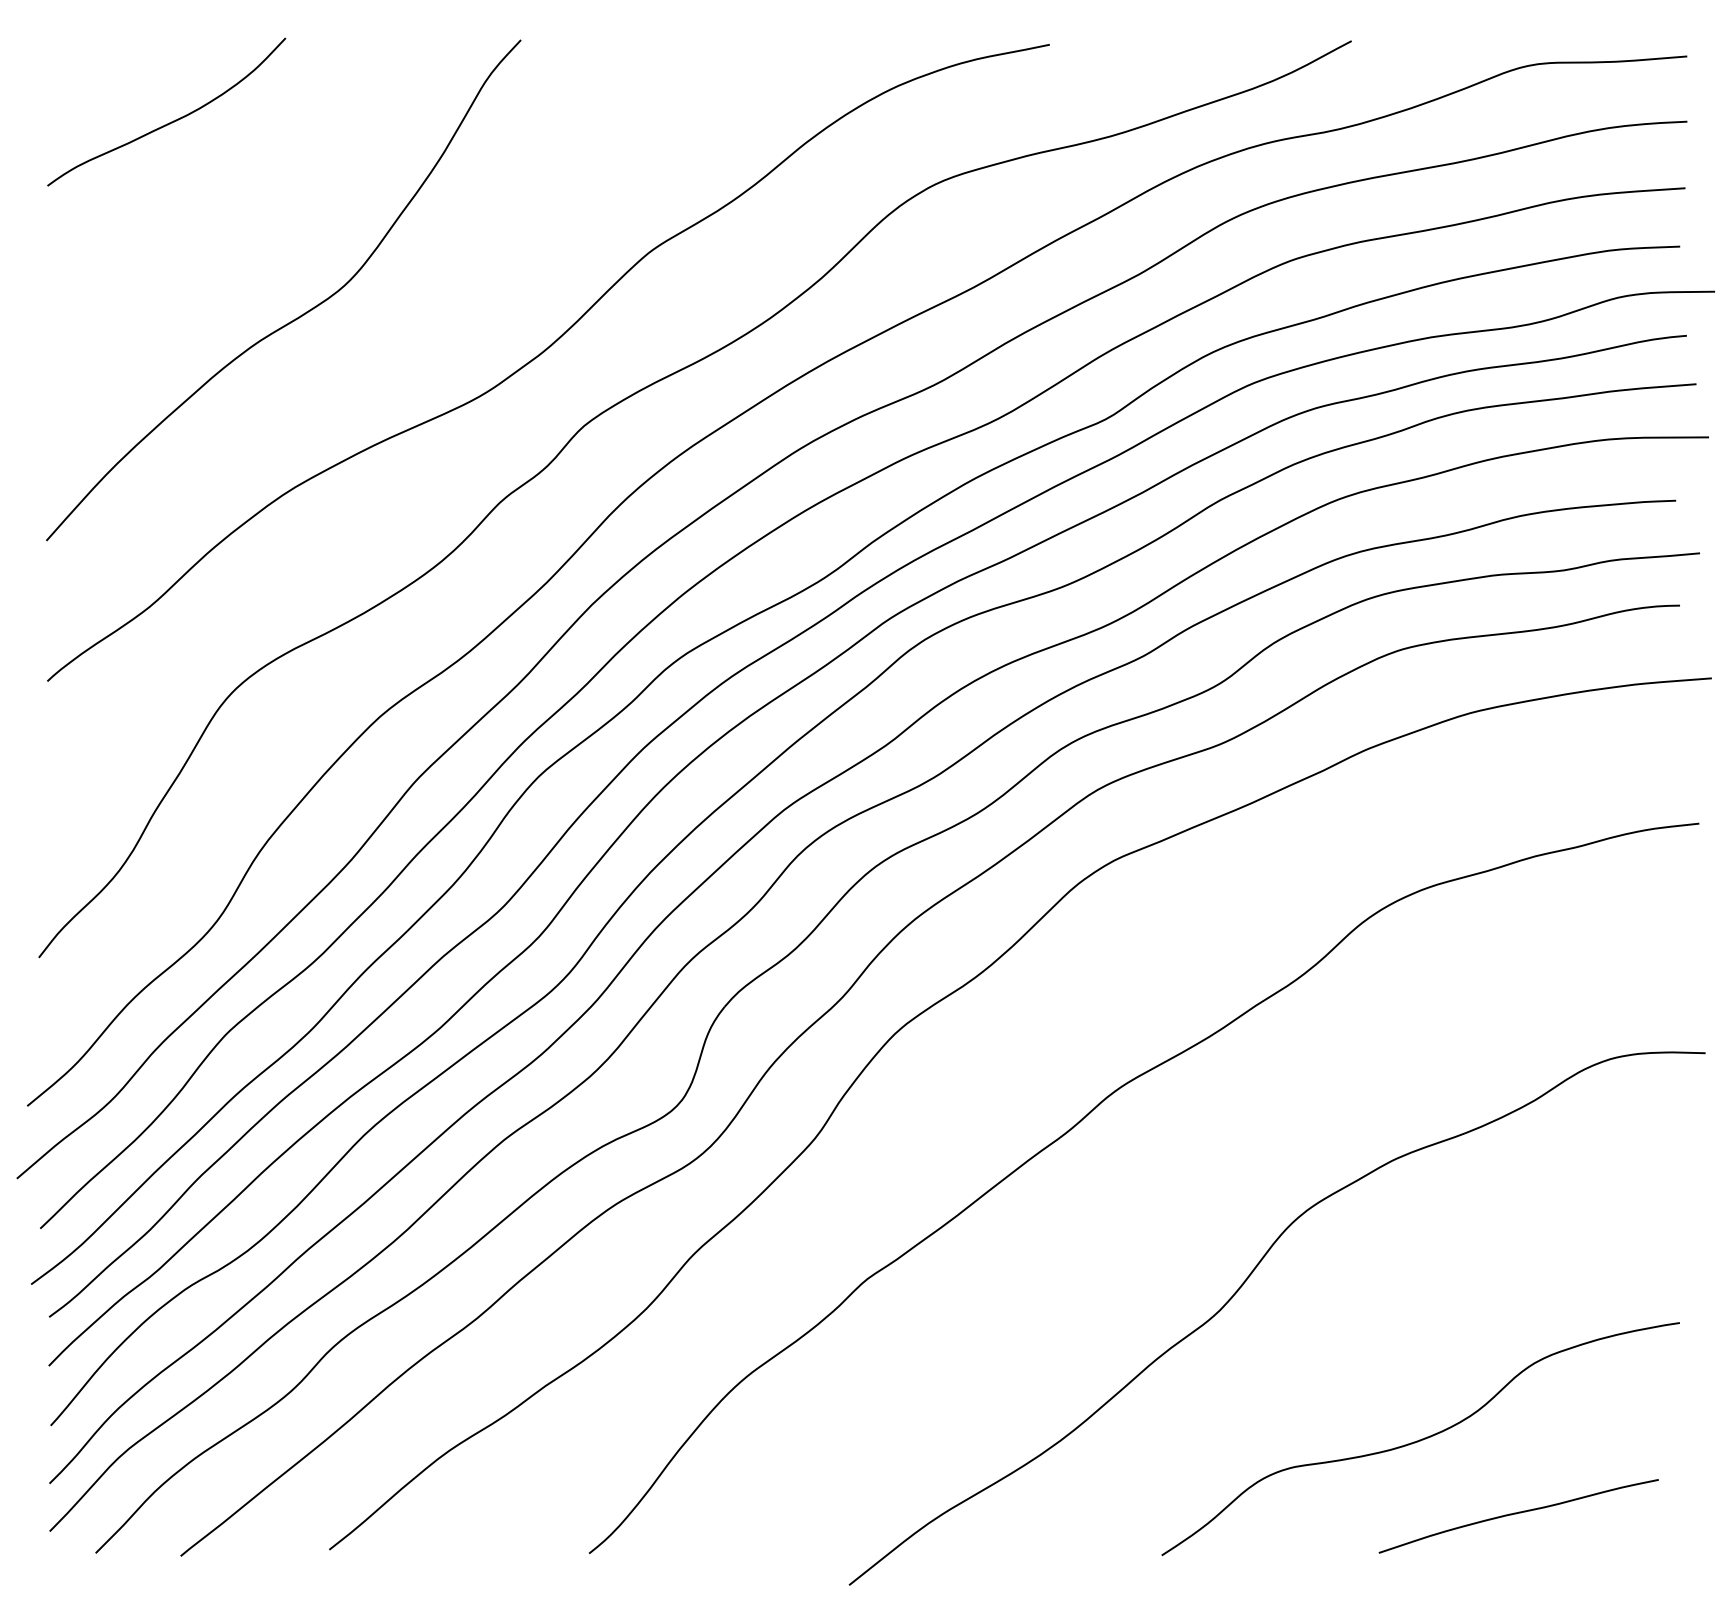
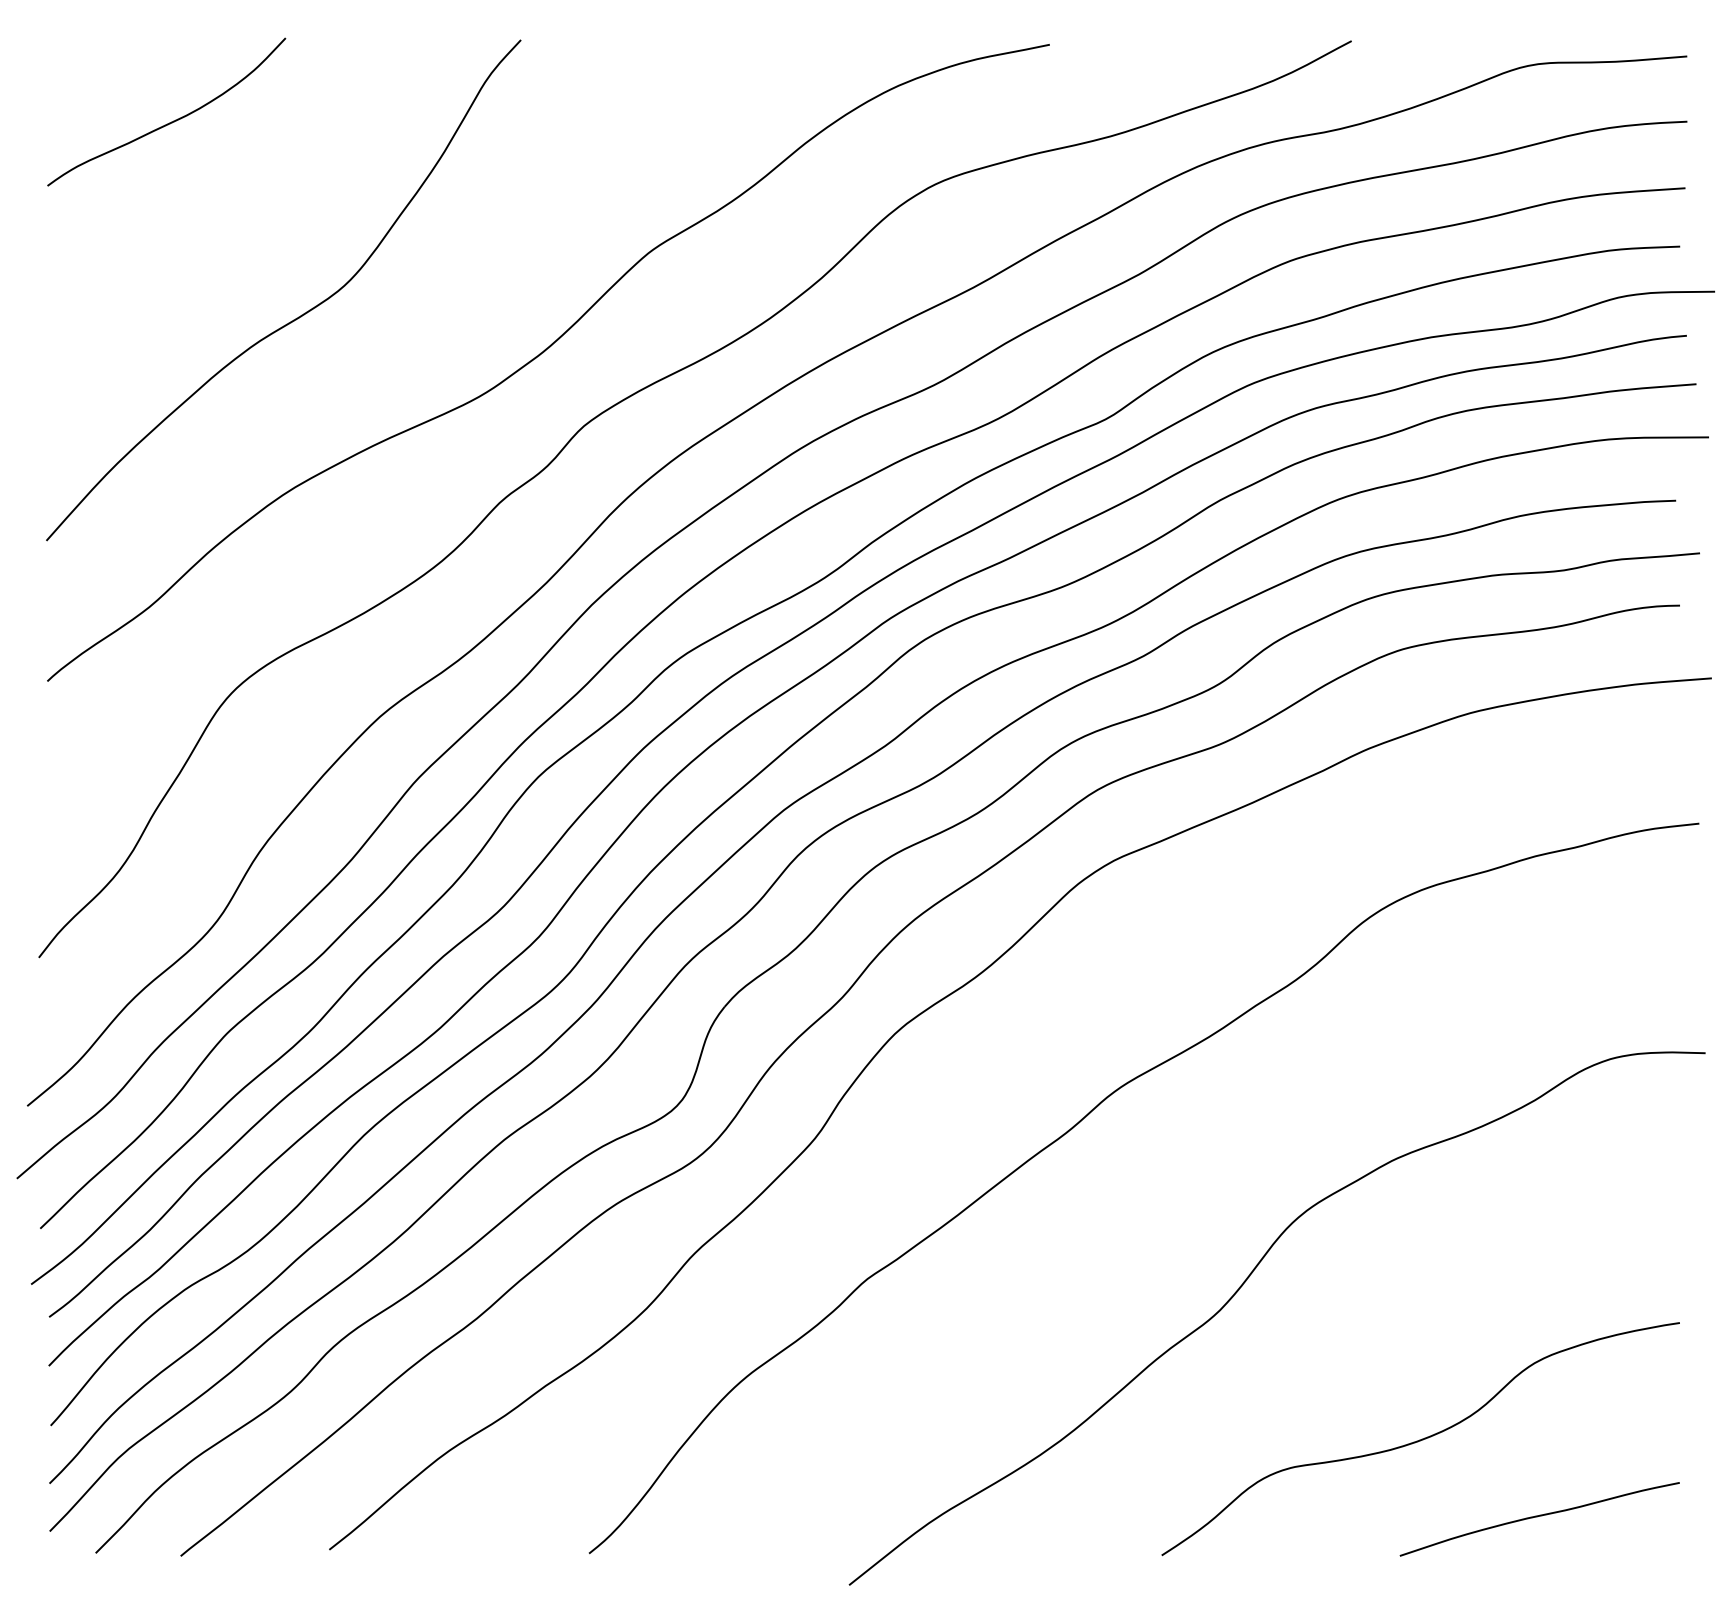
curve at (1516, 1514) position: (1516, 1514) -> (1537, 1517)
